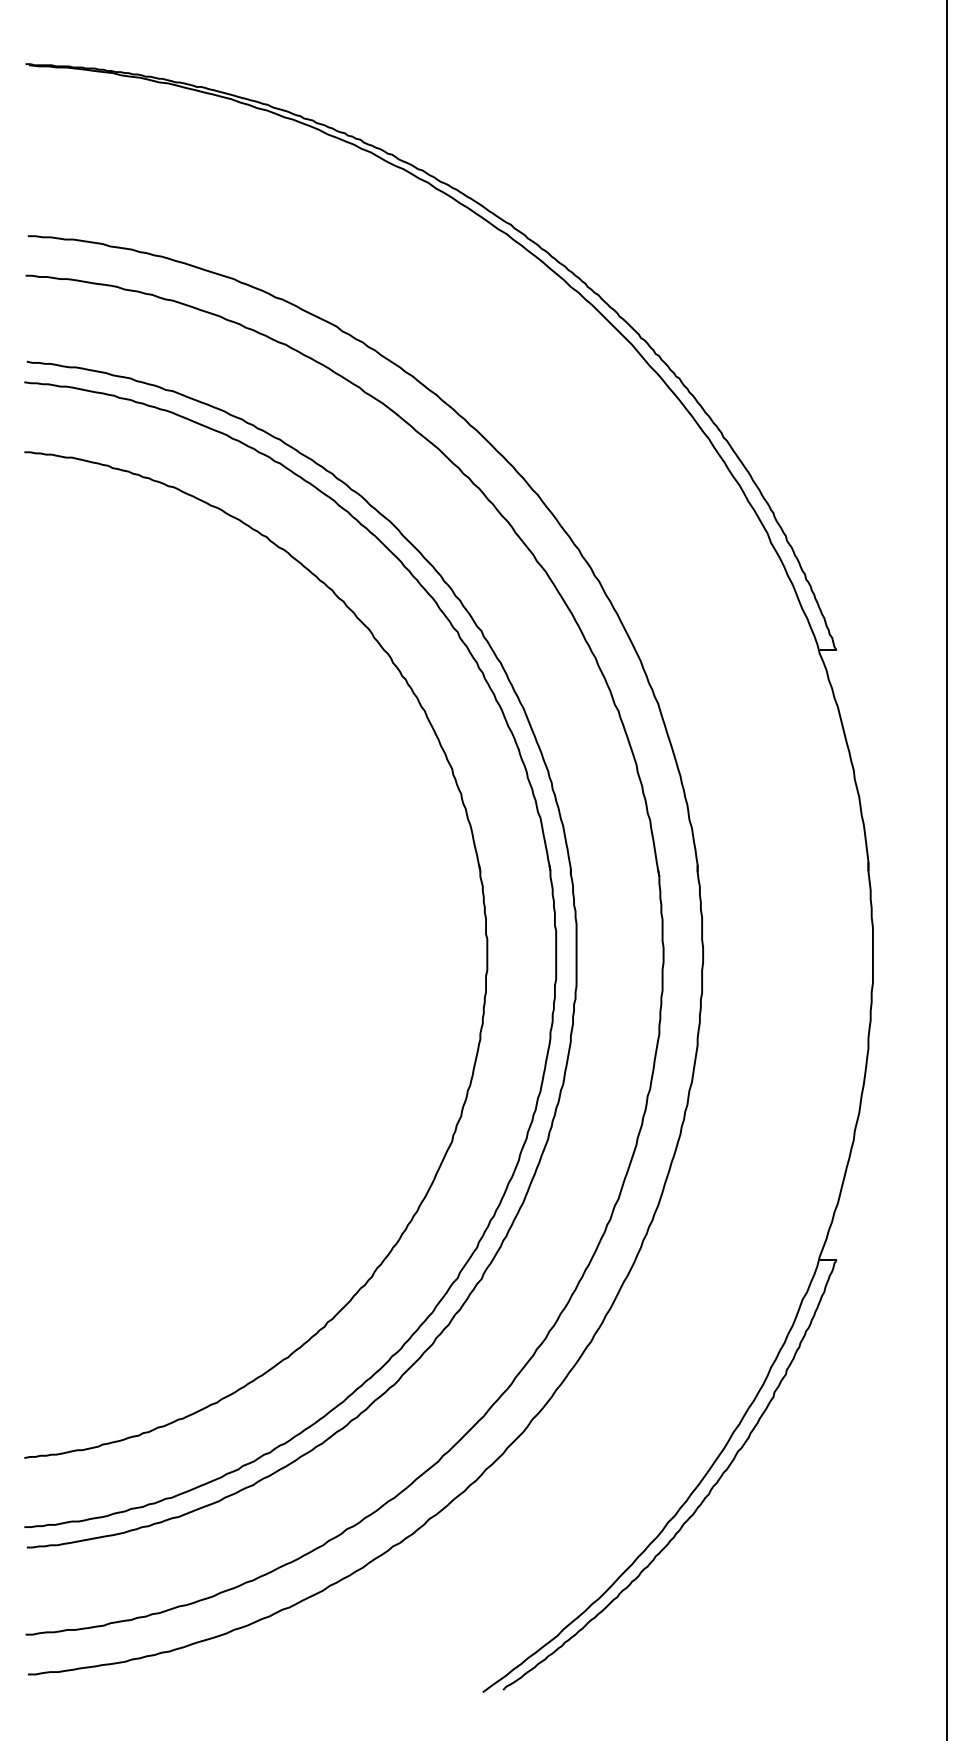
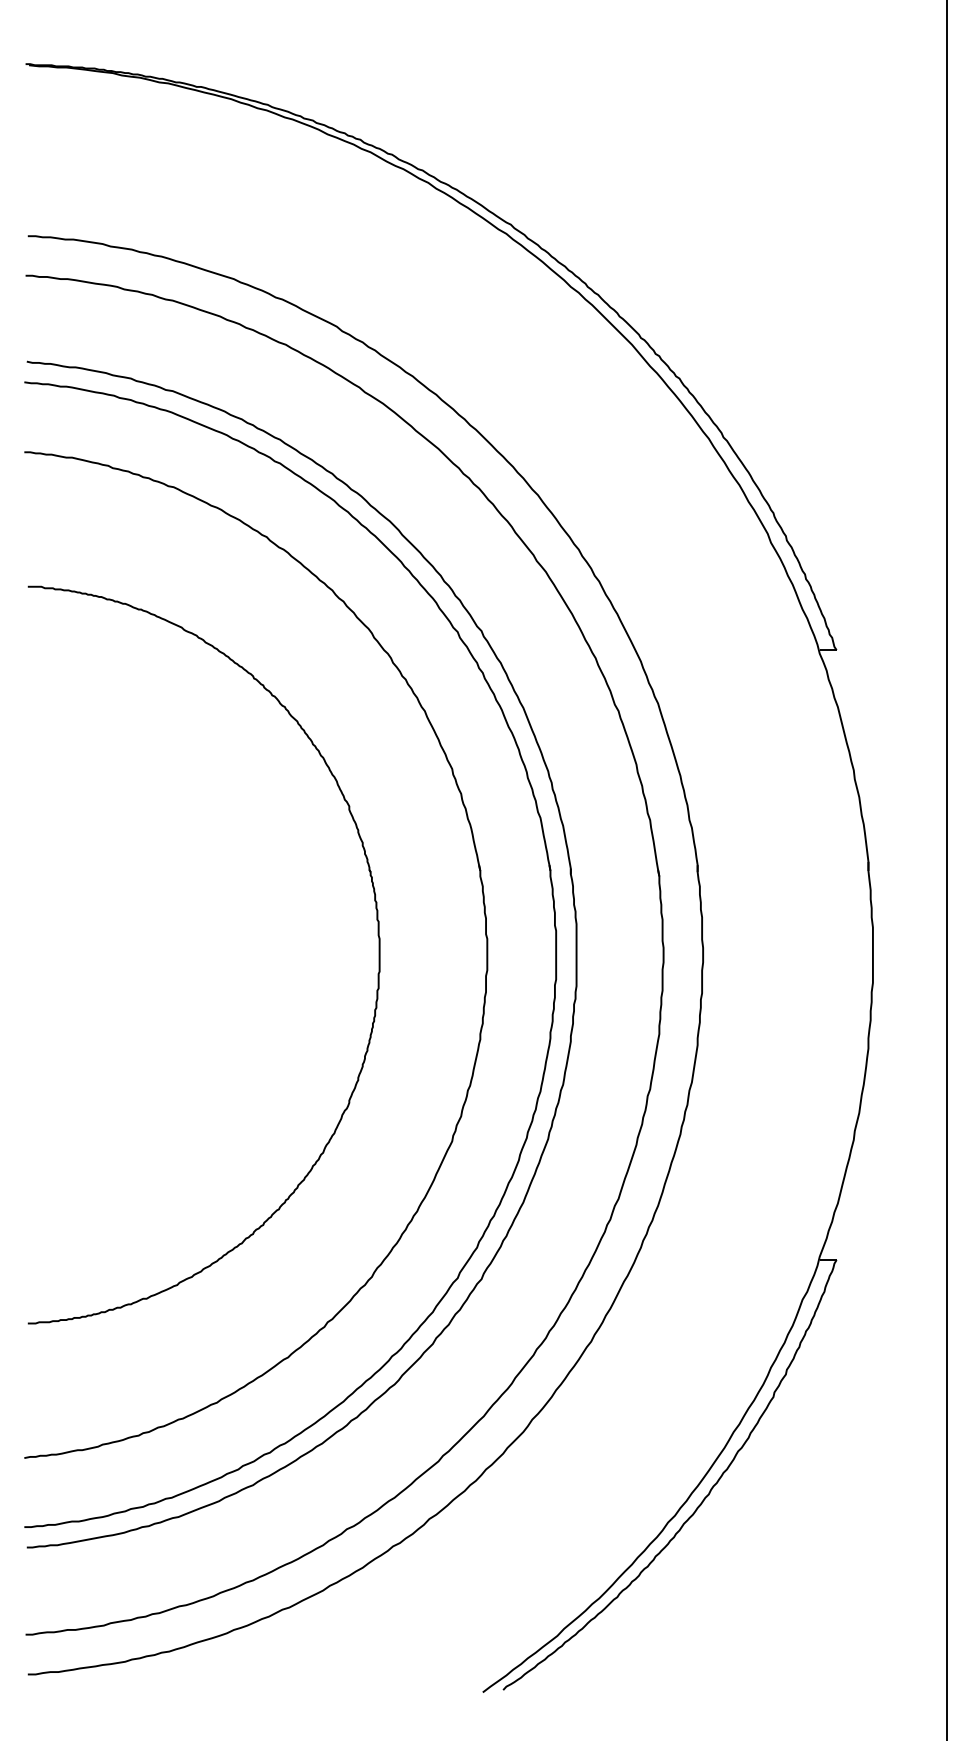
part at (378, 954): none -> present
